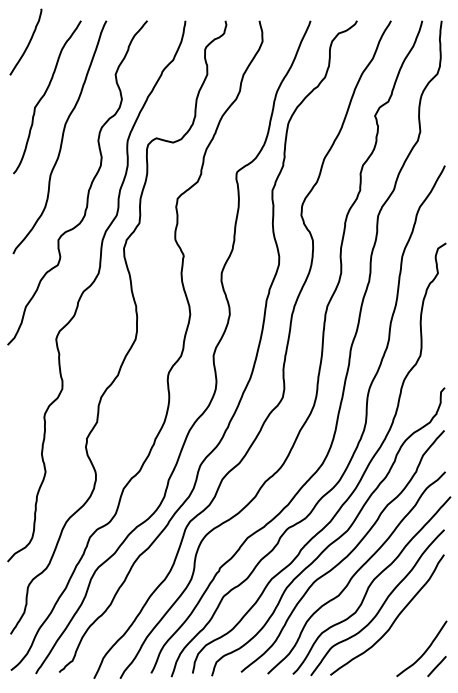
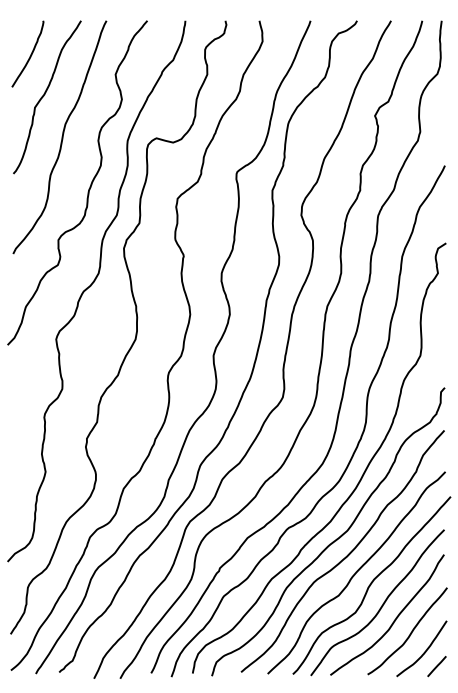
curve at (28, 42) position: (28, 42) -> (30, 54)
curve at (410, 632): none -> present
